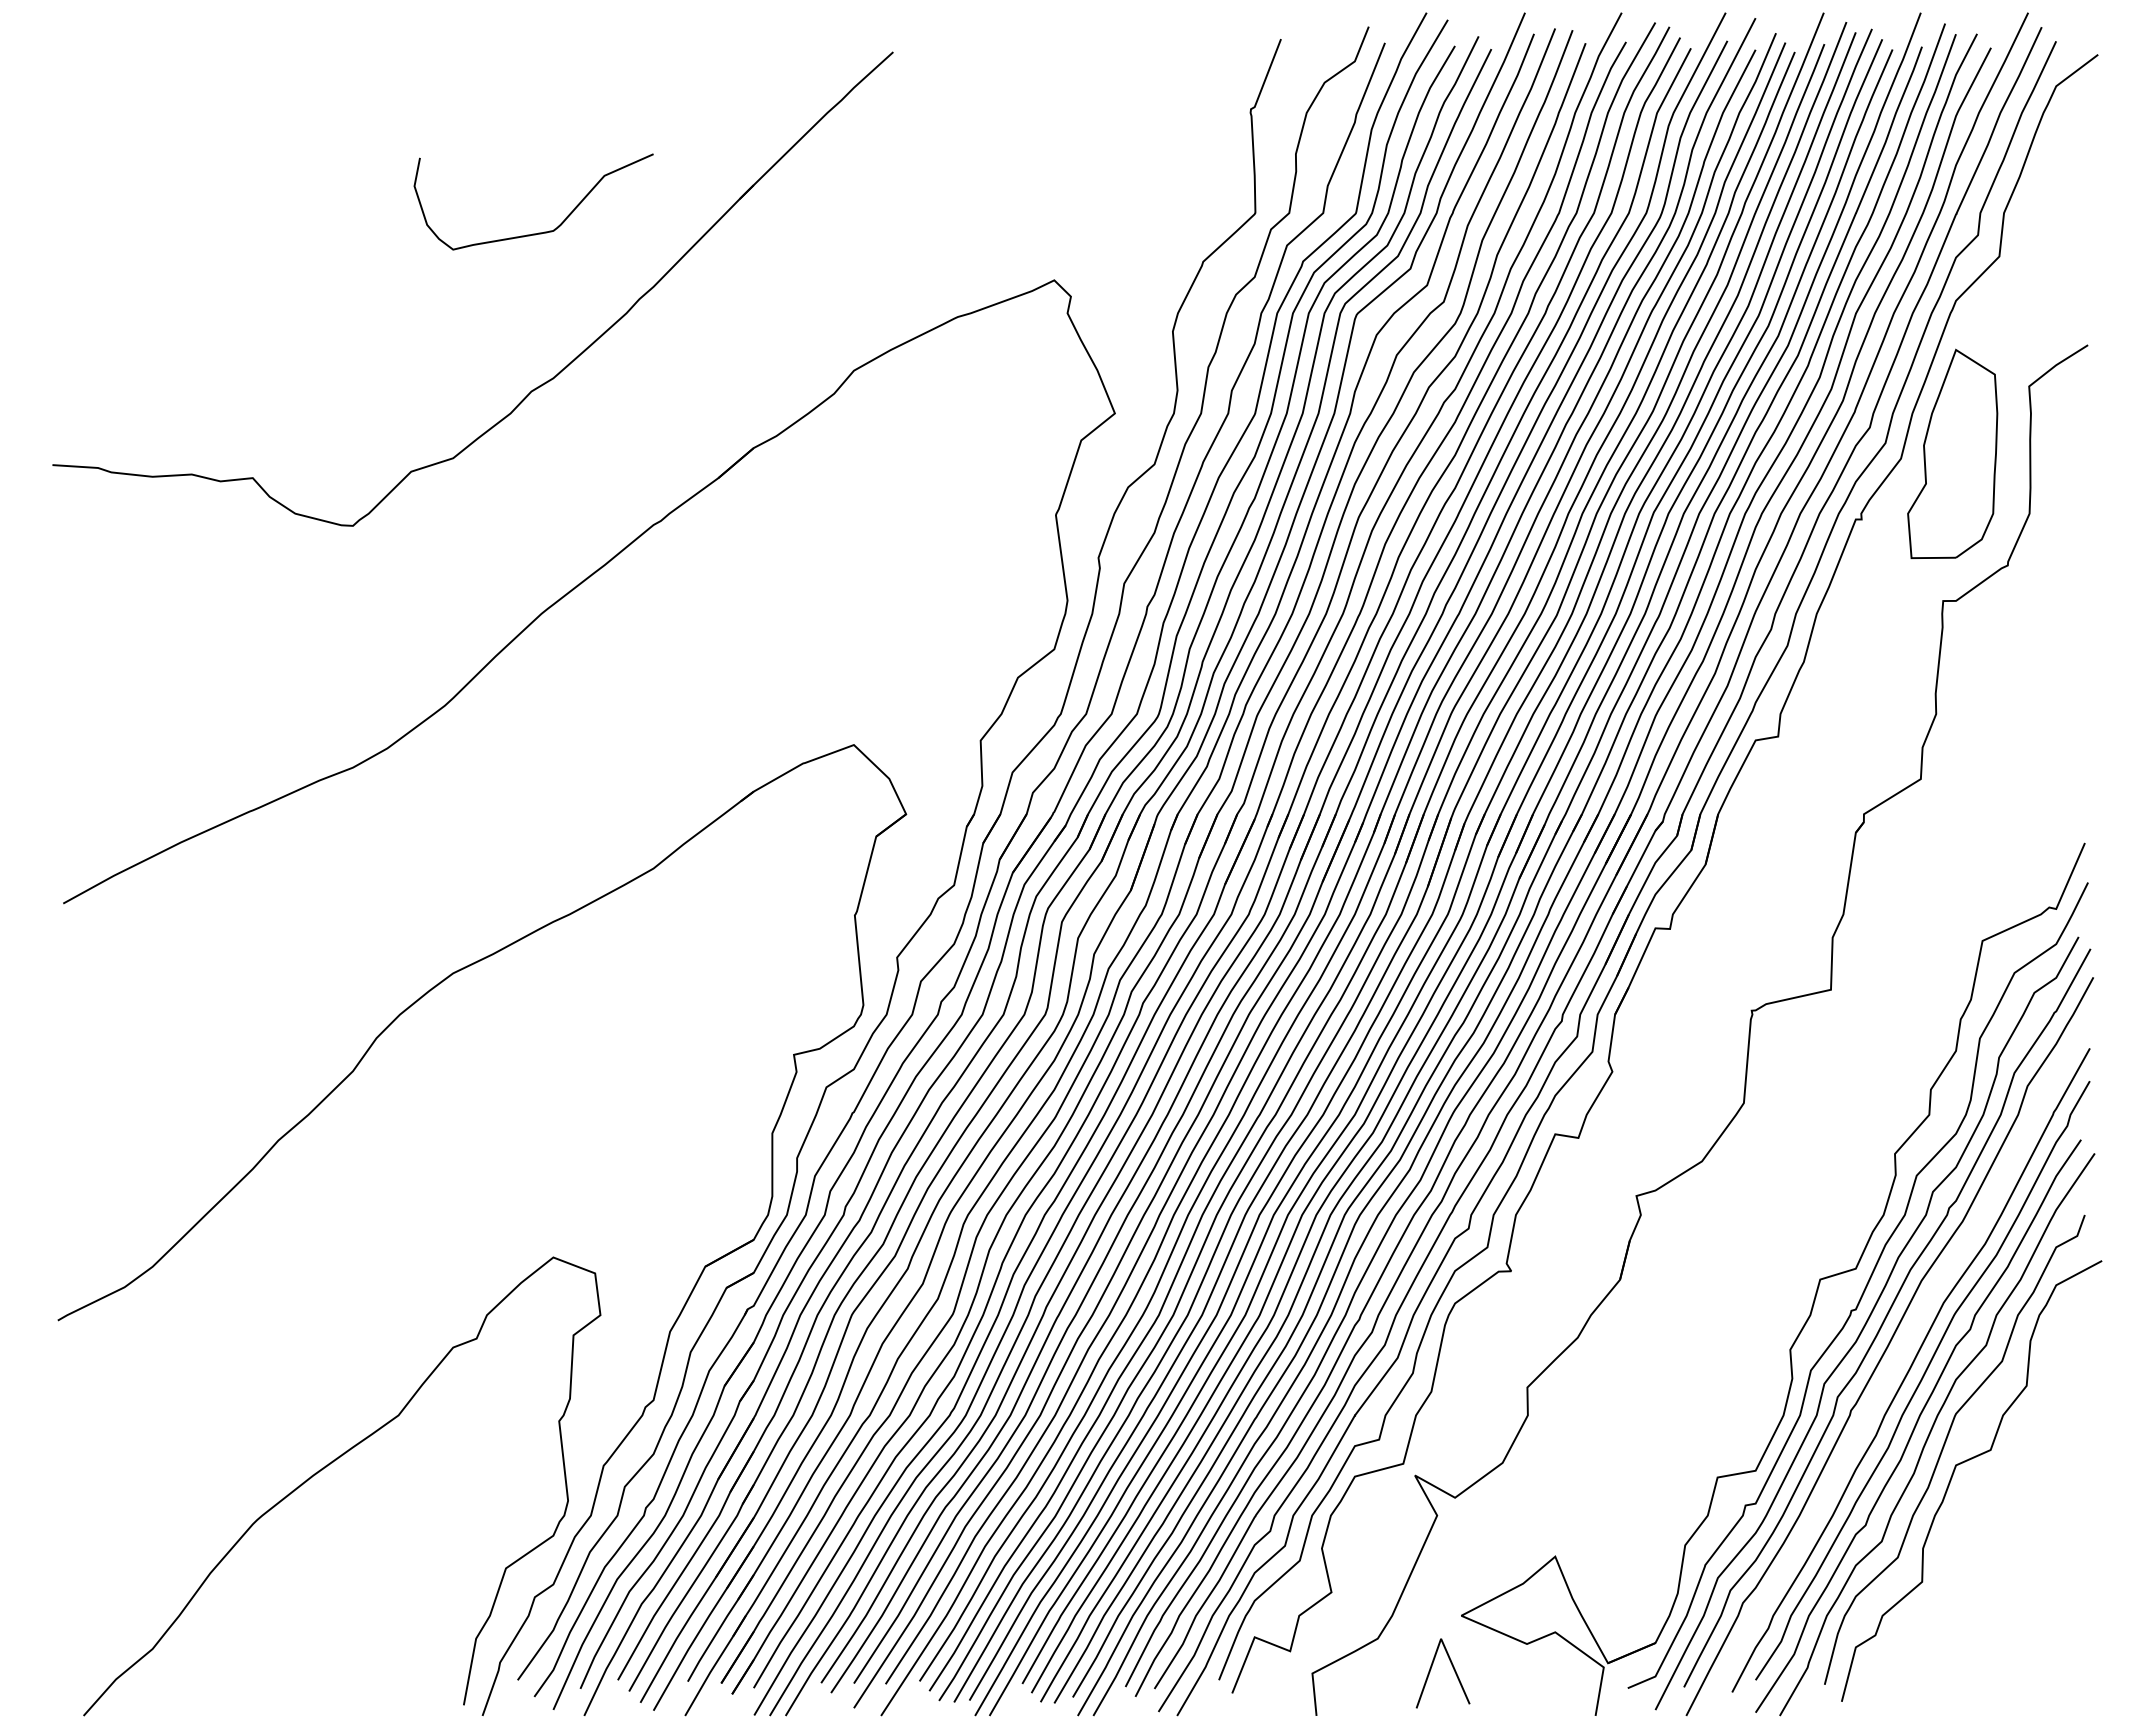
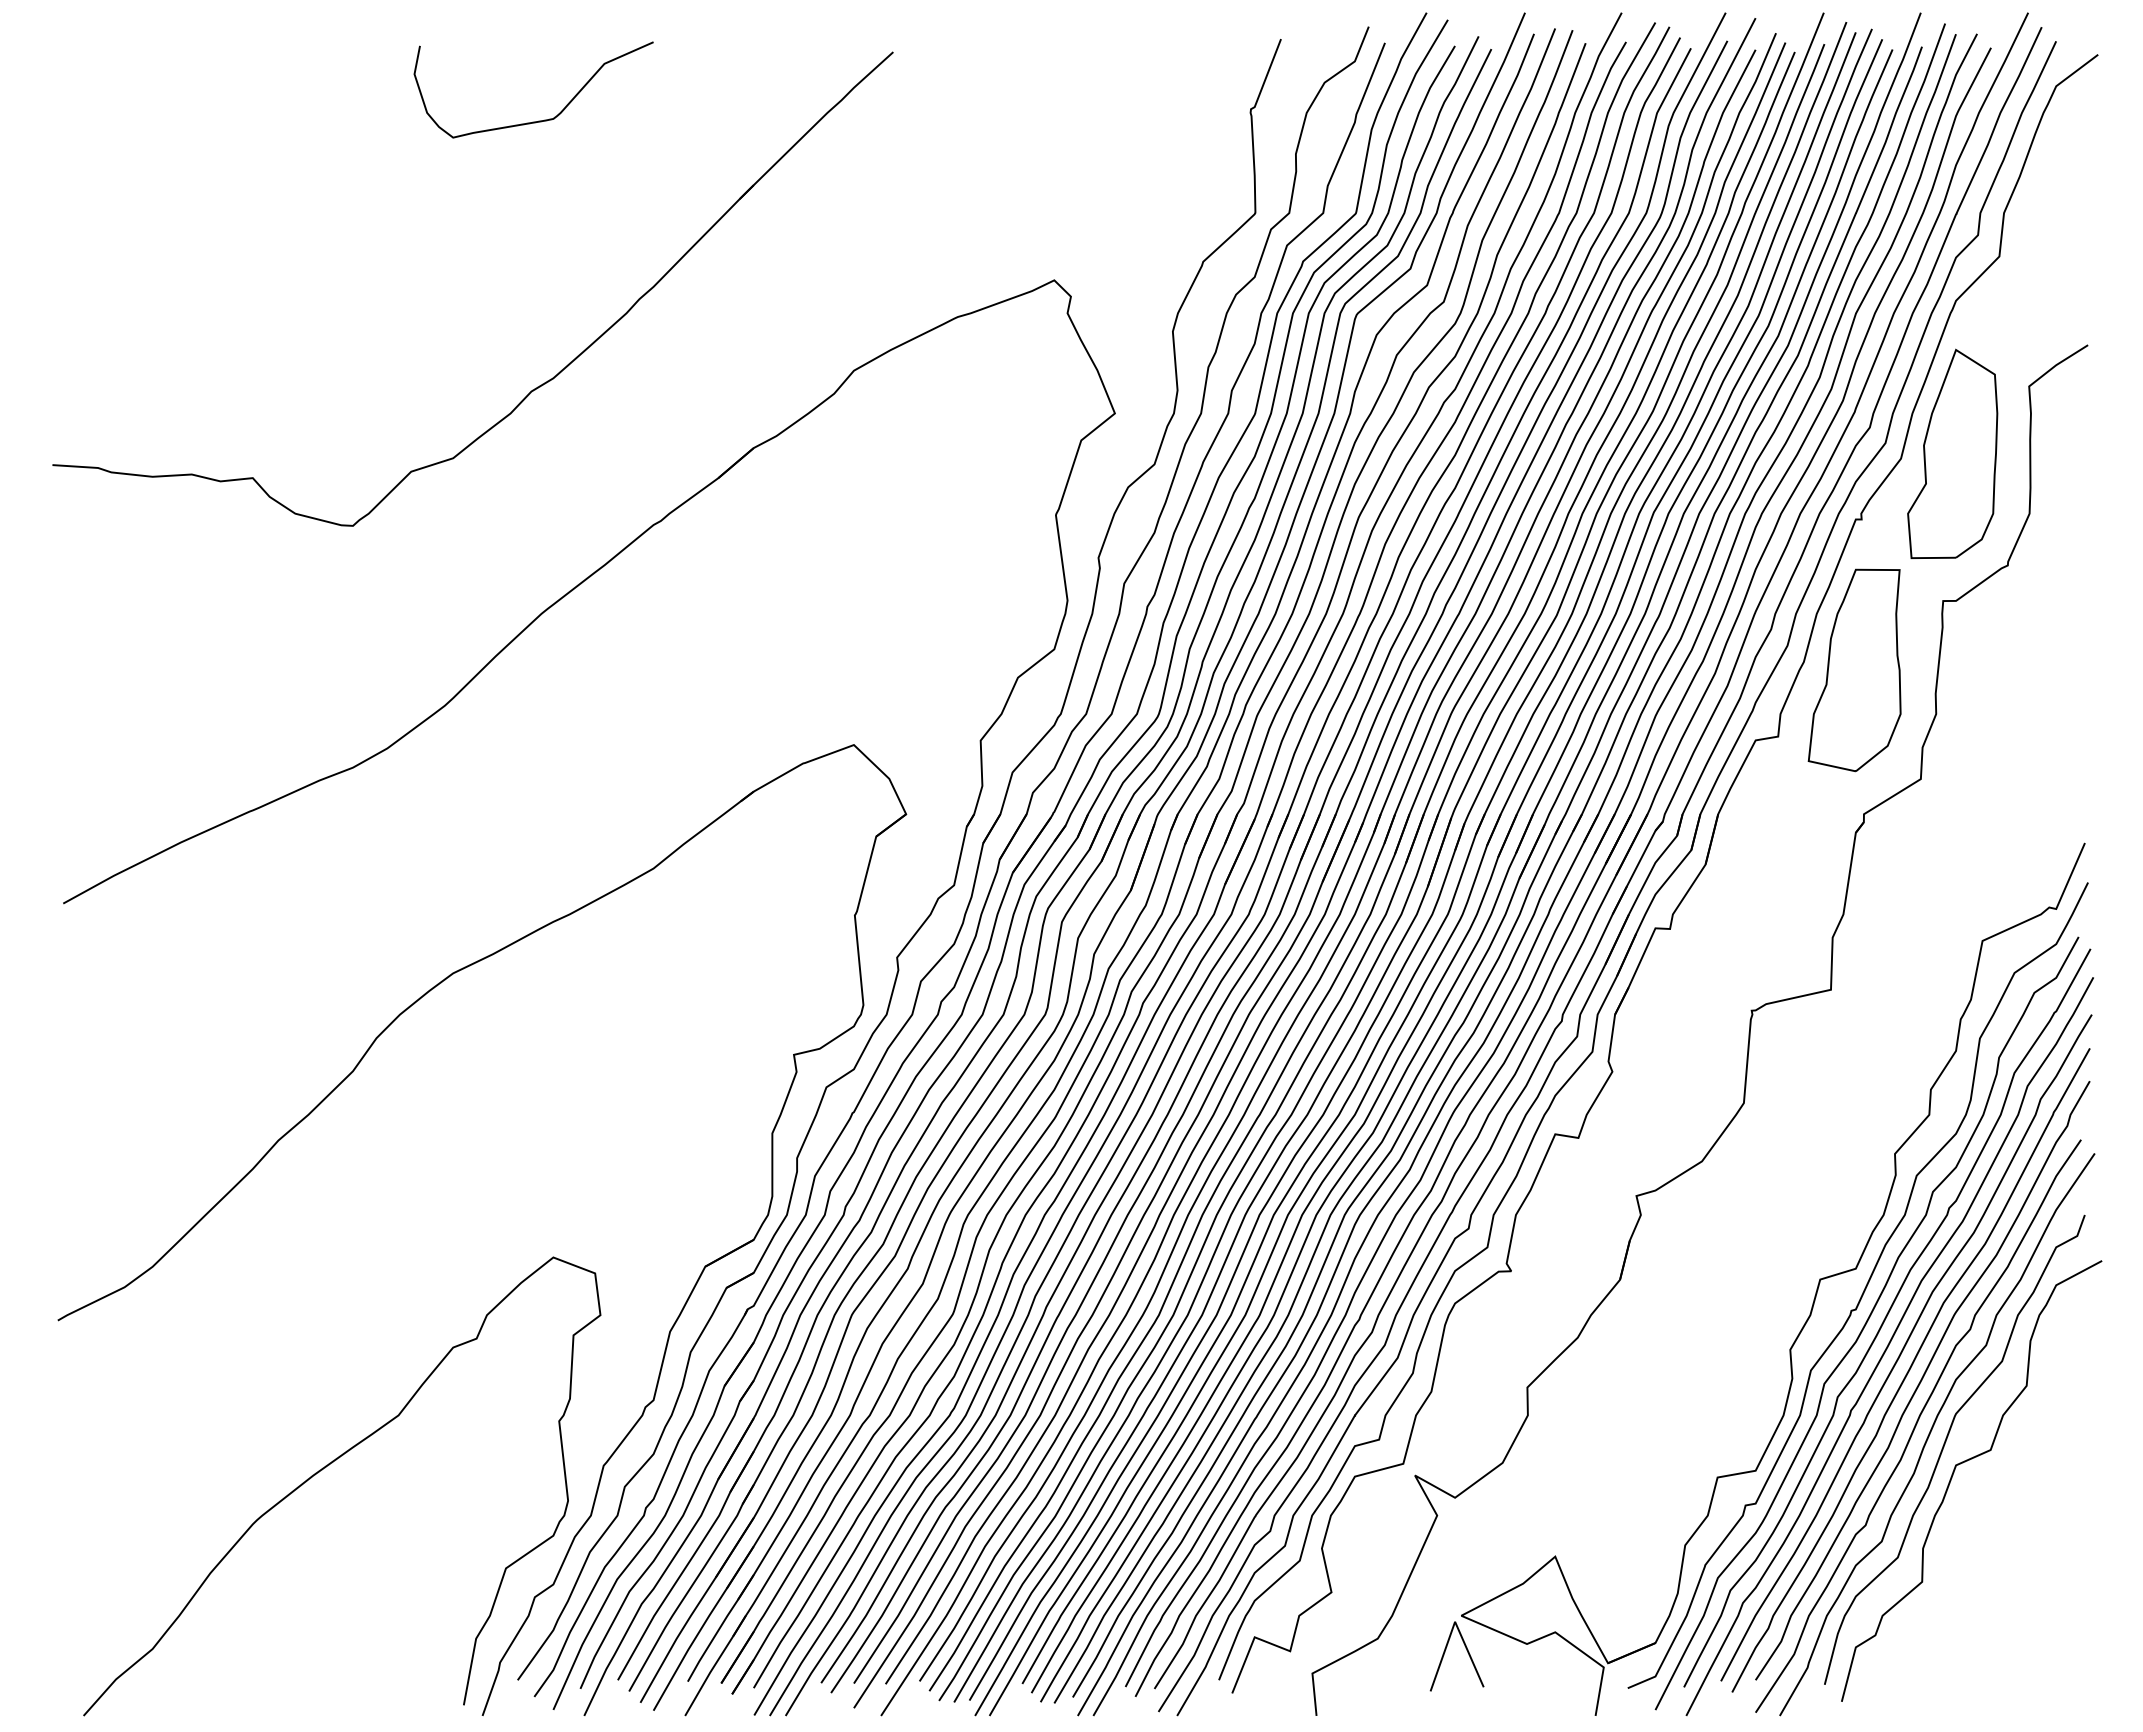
curve at (538, 232) position: (538, 232) -> (538, 120)
part at (1854, 670): none -> present
curve at (1905, 1346): none -> present
line at (1452, 1667) position: (1452, 1667) -> (1466, 1650)
